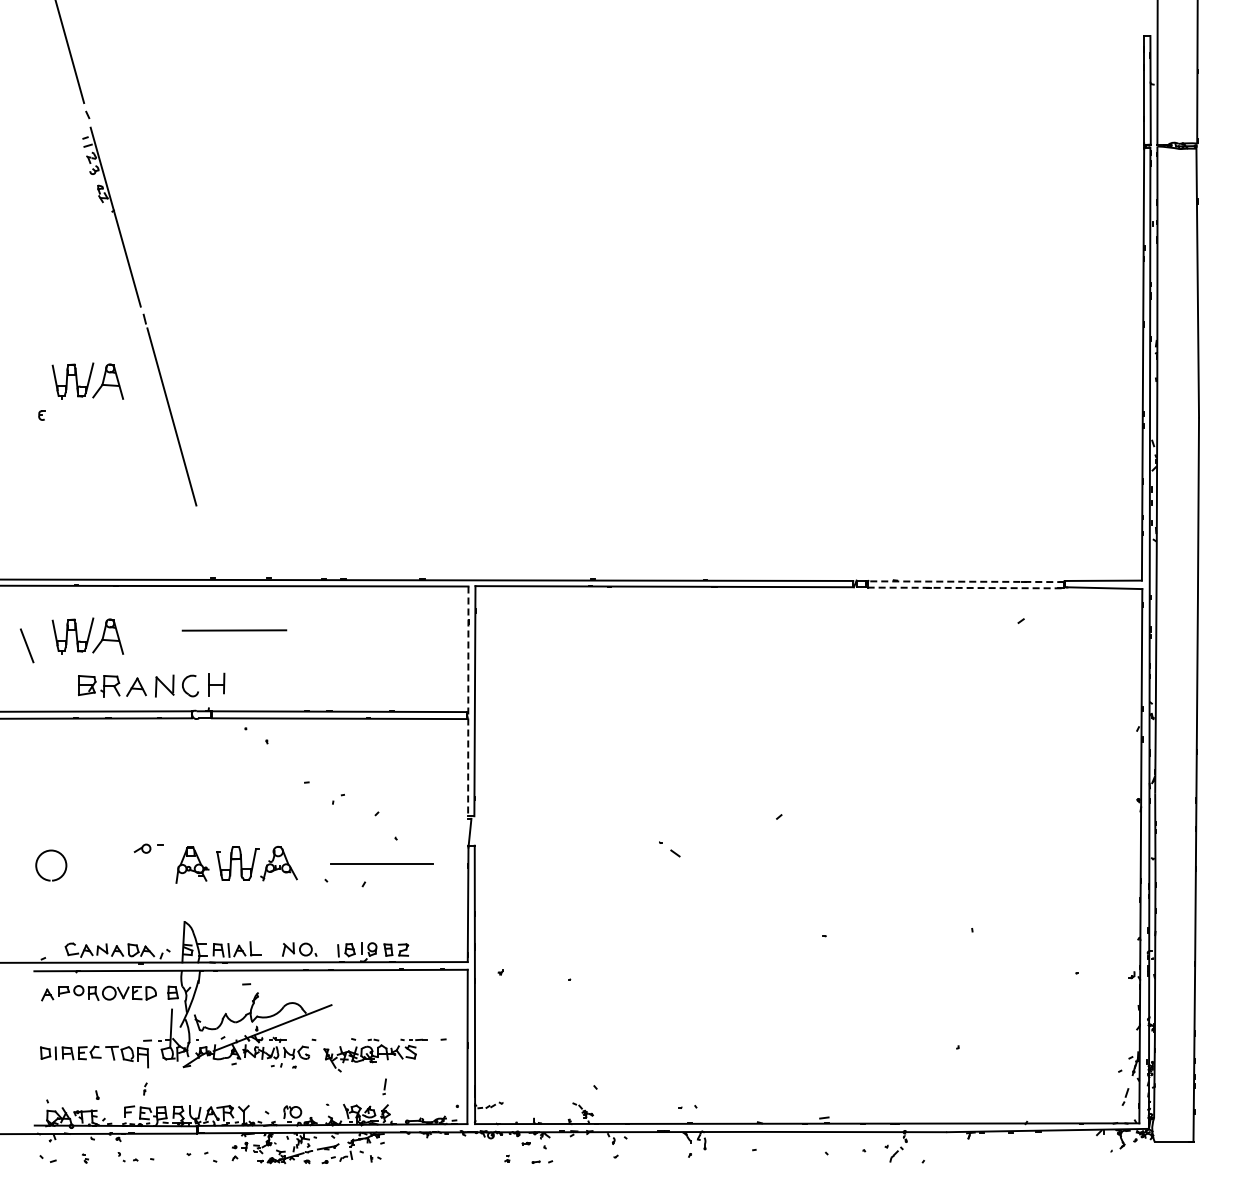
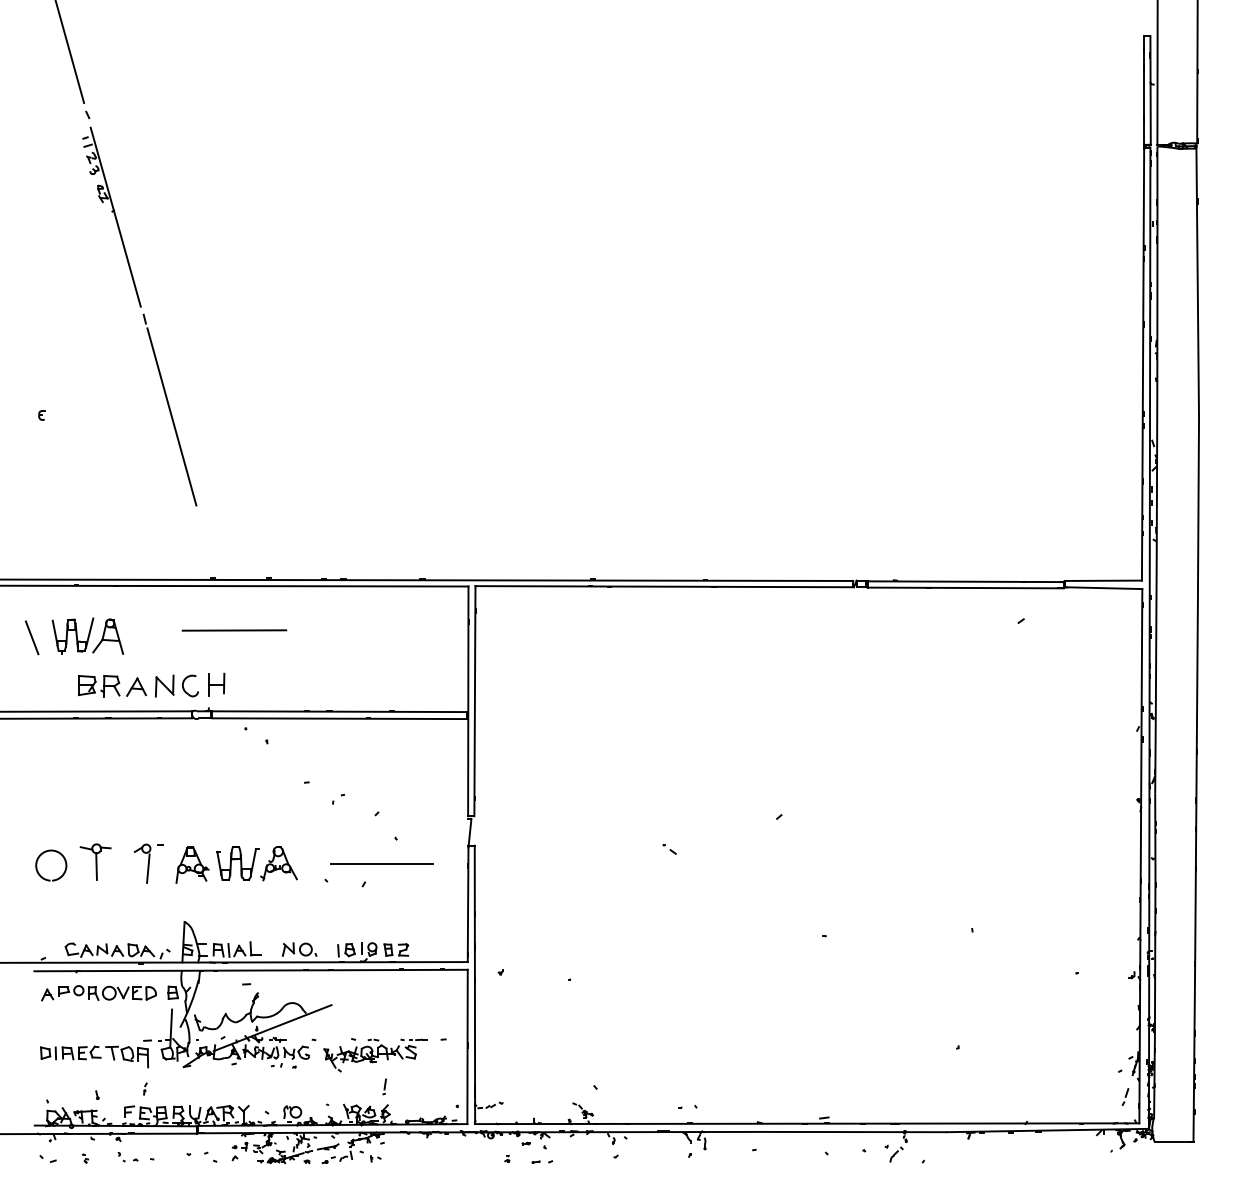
part at (87, 380): present -> none
line at (965, 581): dashed -> solid
line at (966, 587): dashed -> solid
line at (26, 645) position: (26, 645) -> (31, 637)
line at (468, 701): dashed -> solid
part at (669, 849) size: 22x17 px -> 15x11 px
part at (95, 861): none -> present
line at (148, 868): none -> present
